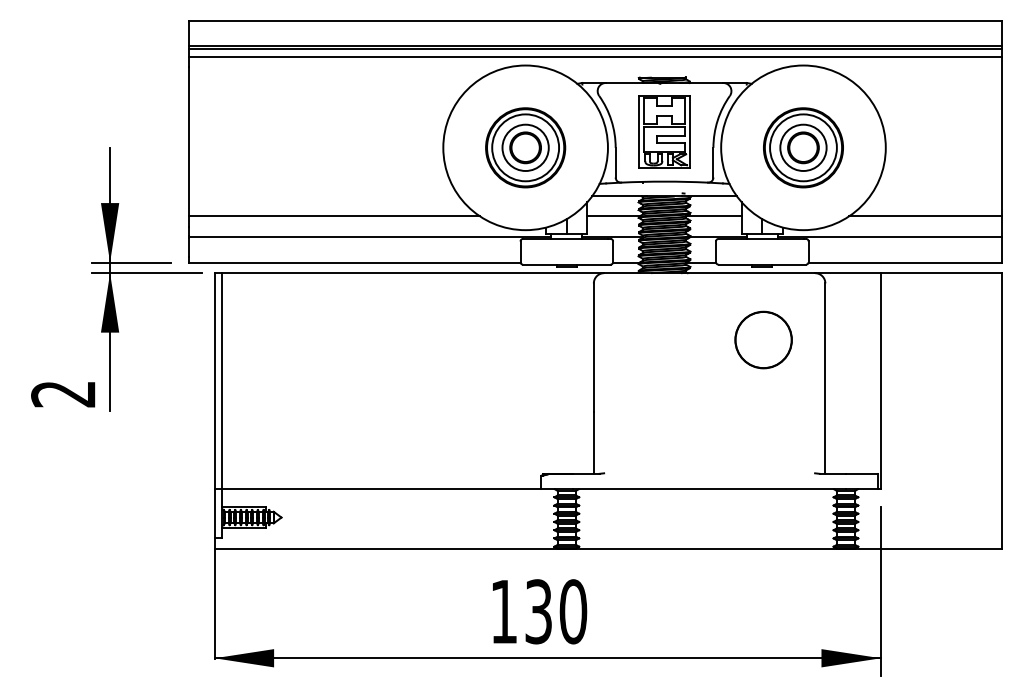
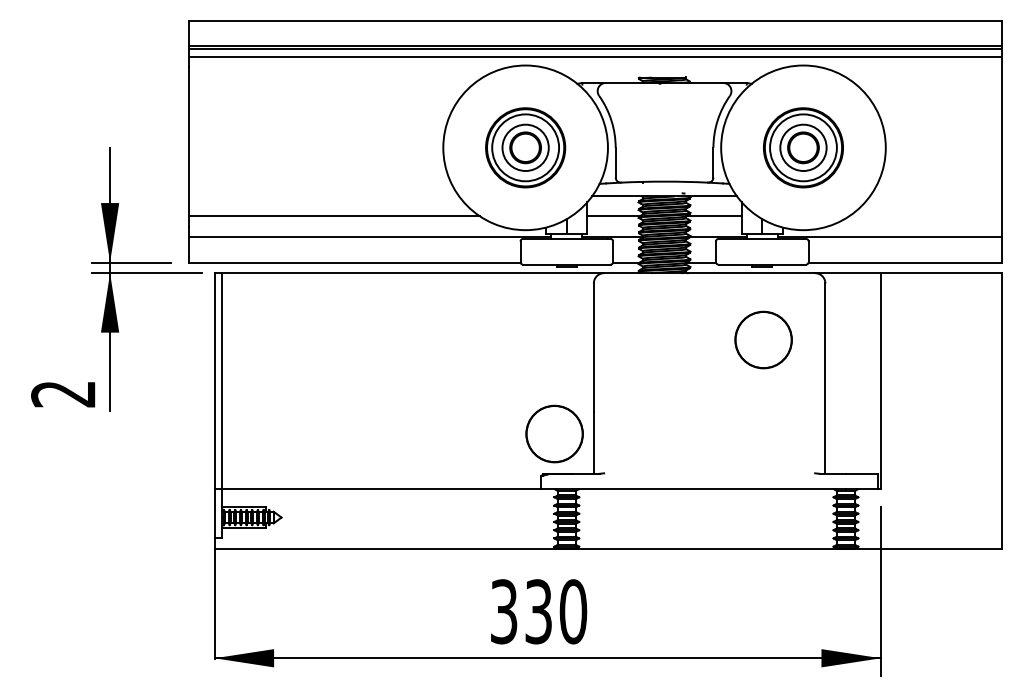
part at (664, 131): present -> none
line at (925, 216): present -> none
part at (554, 433): none -> present
text at (504, 611): 130 -> 330
